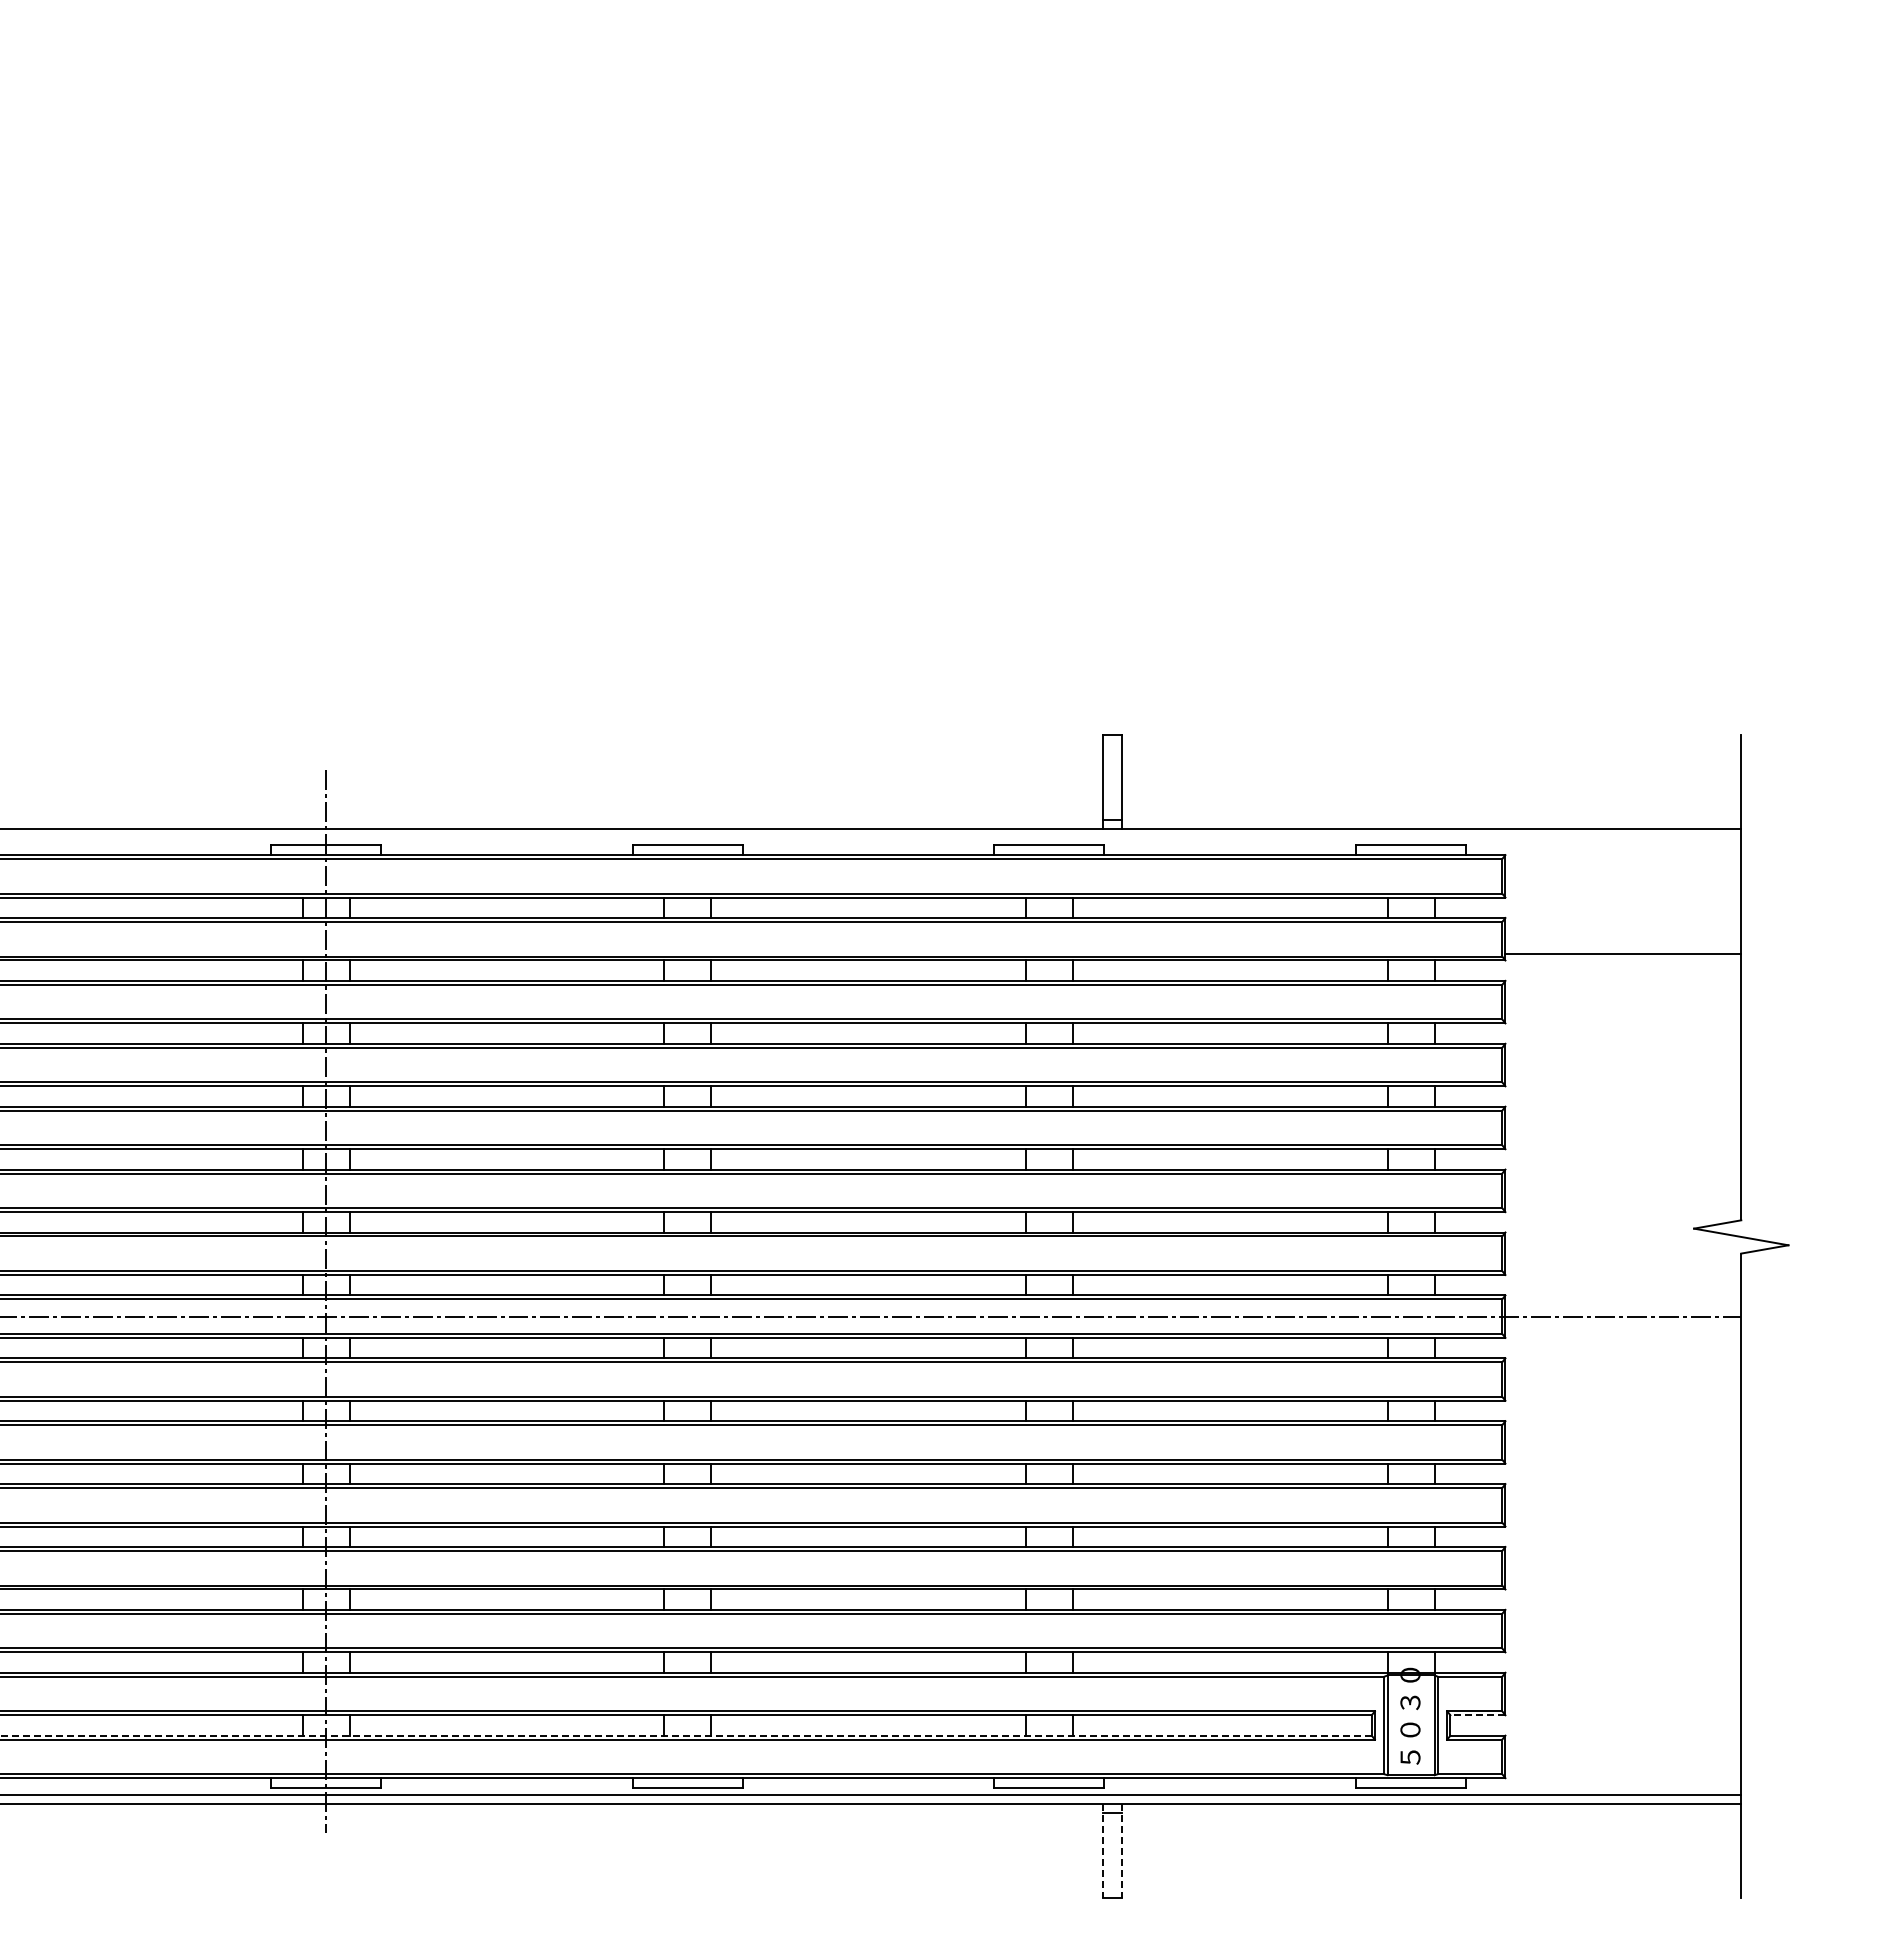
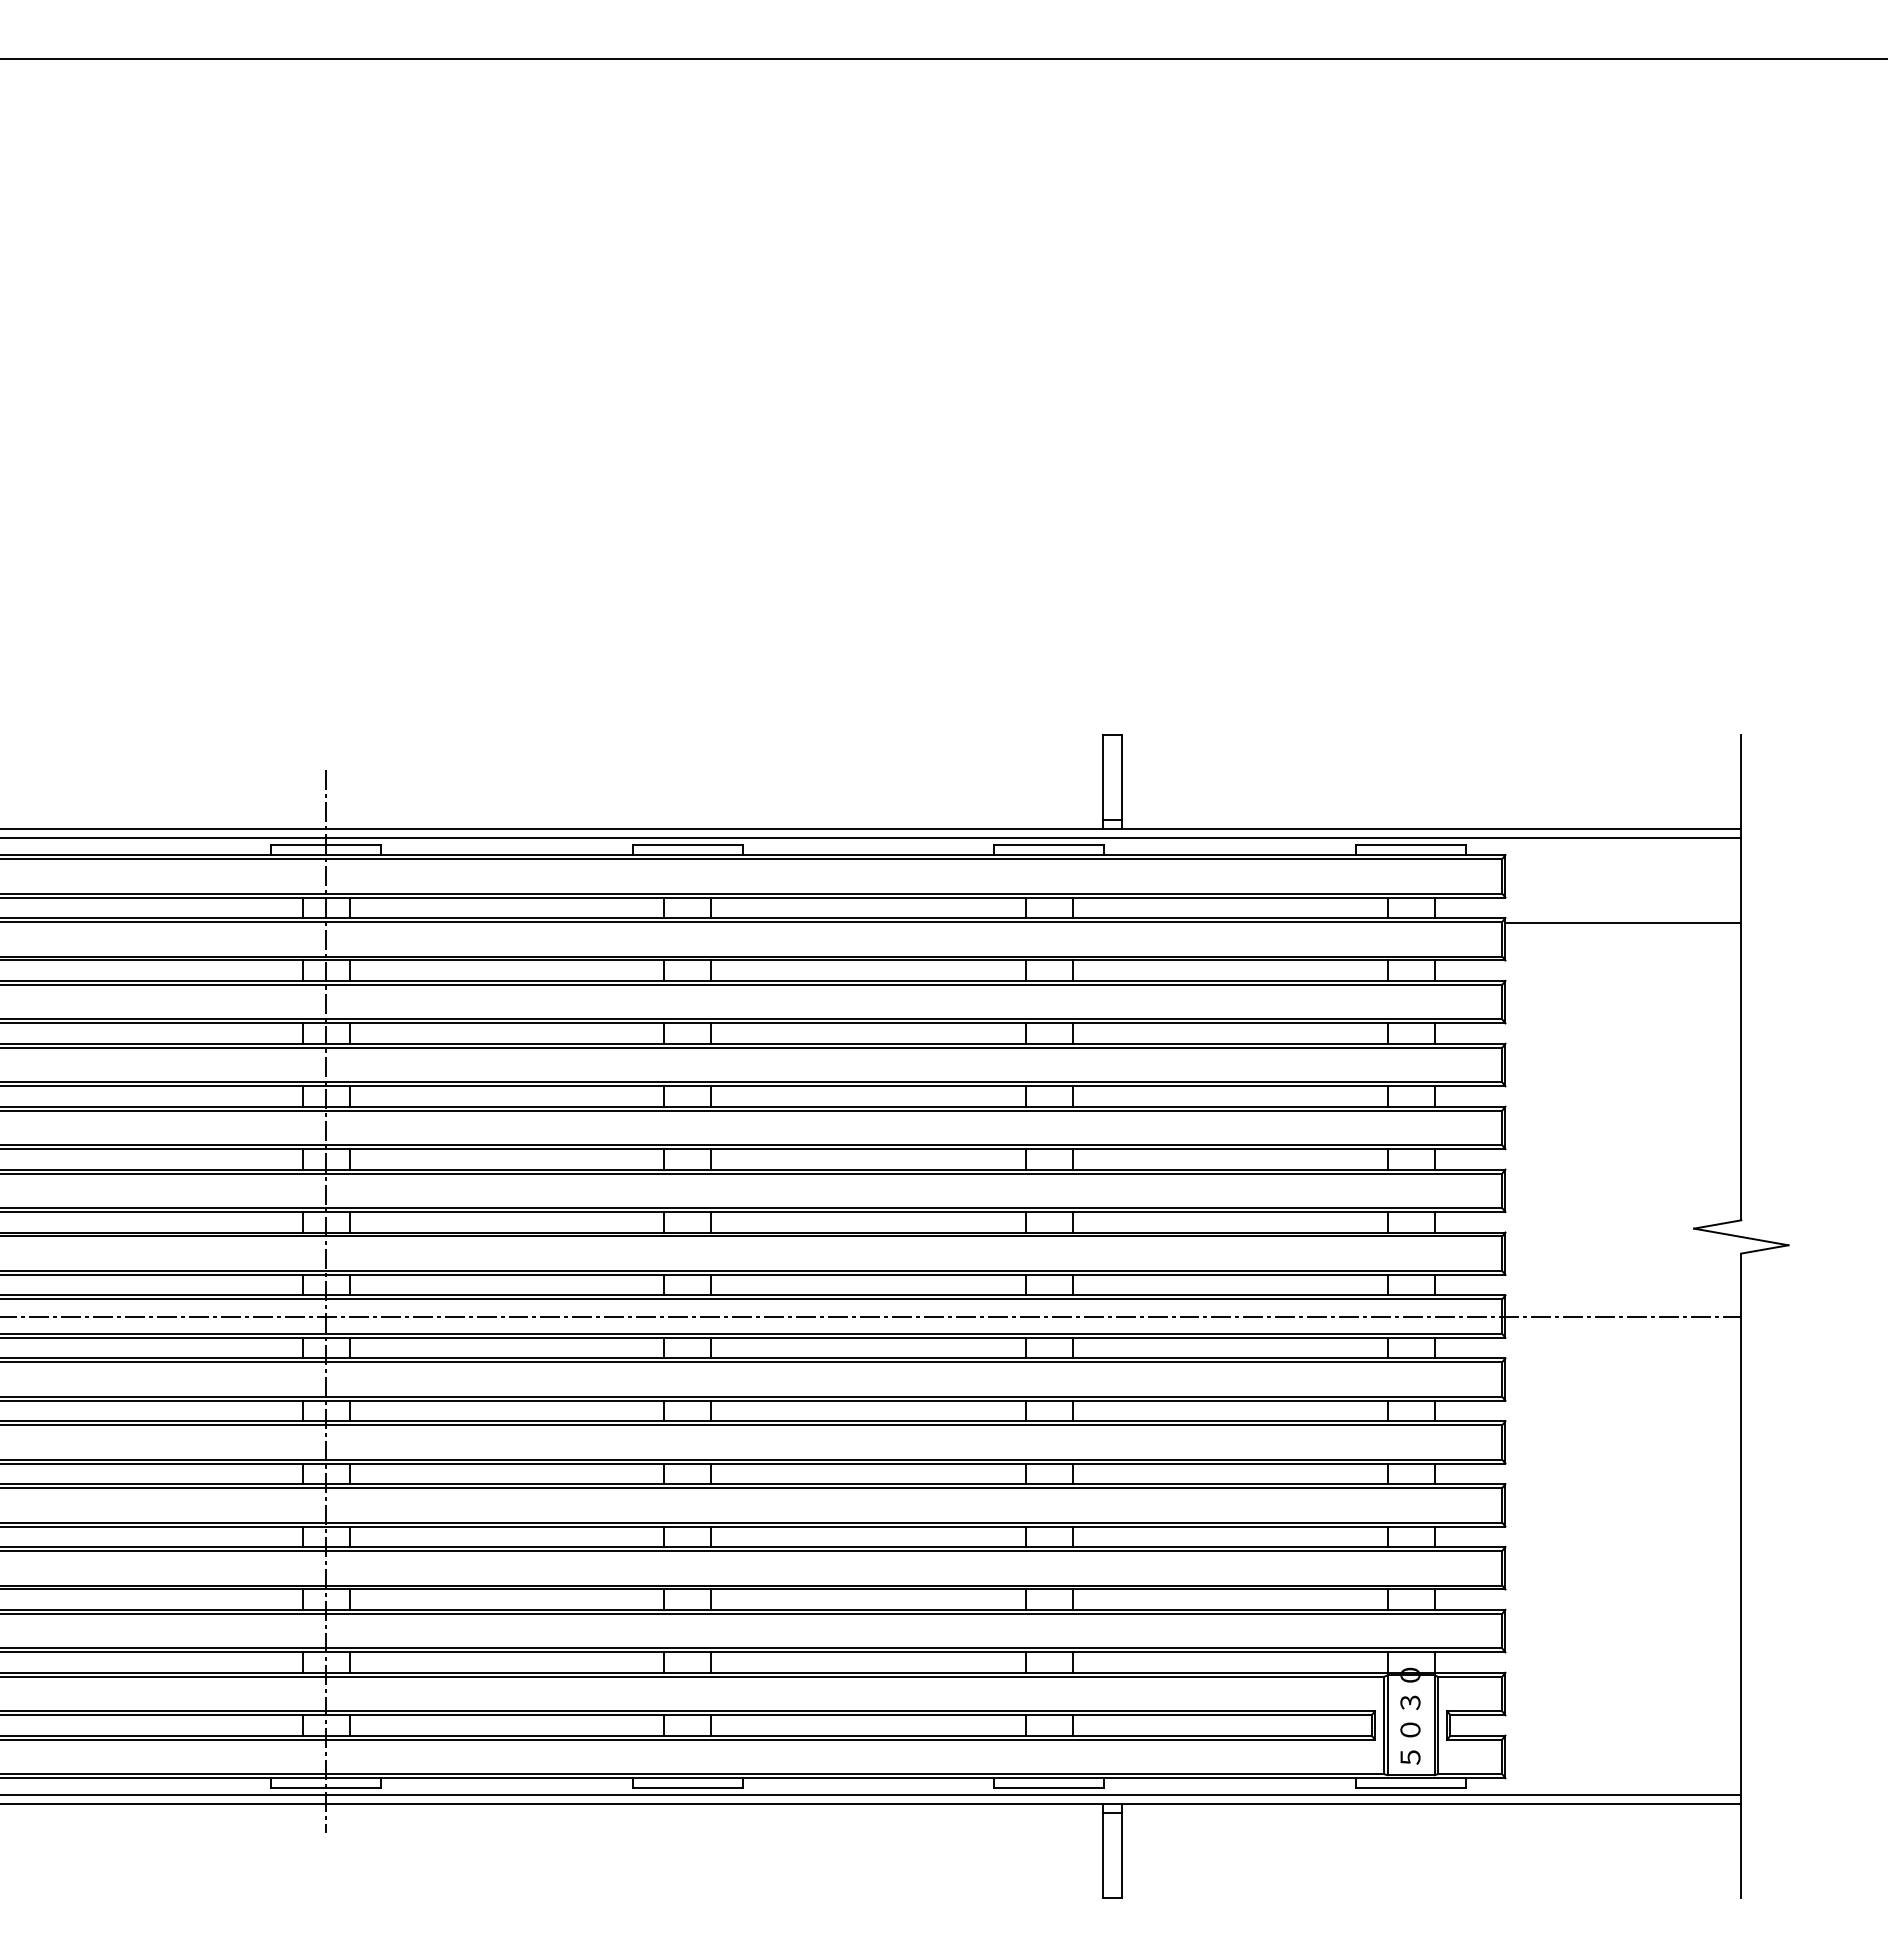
line at (943, 58): none -> present
line at (871, 838): none -> present
line at (1623, 954) position: (1623, 954) -> (1623, 923)
line at (1477, 1715): dashed -> solid
line at (685, 1735): dashed -> solid
line at (1102, 1851): dashed -> solid
line at (1121, 1851): dashed -> solid
